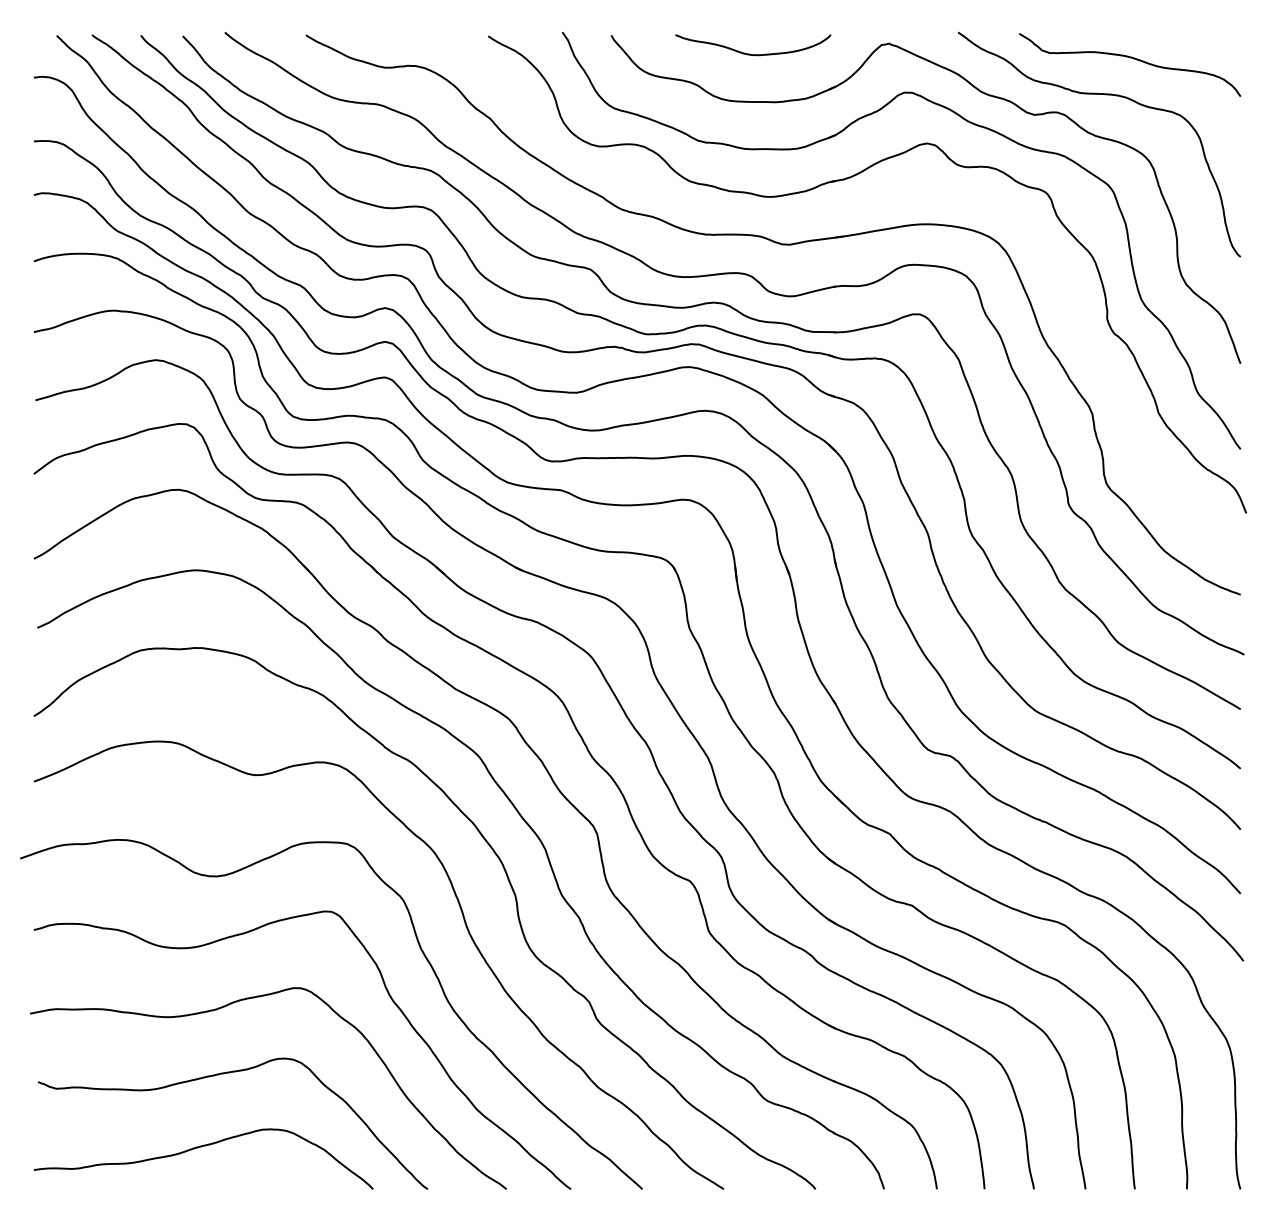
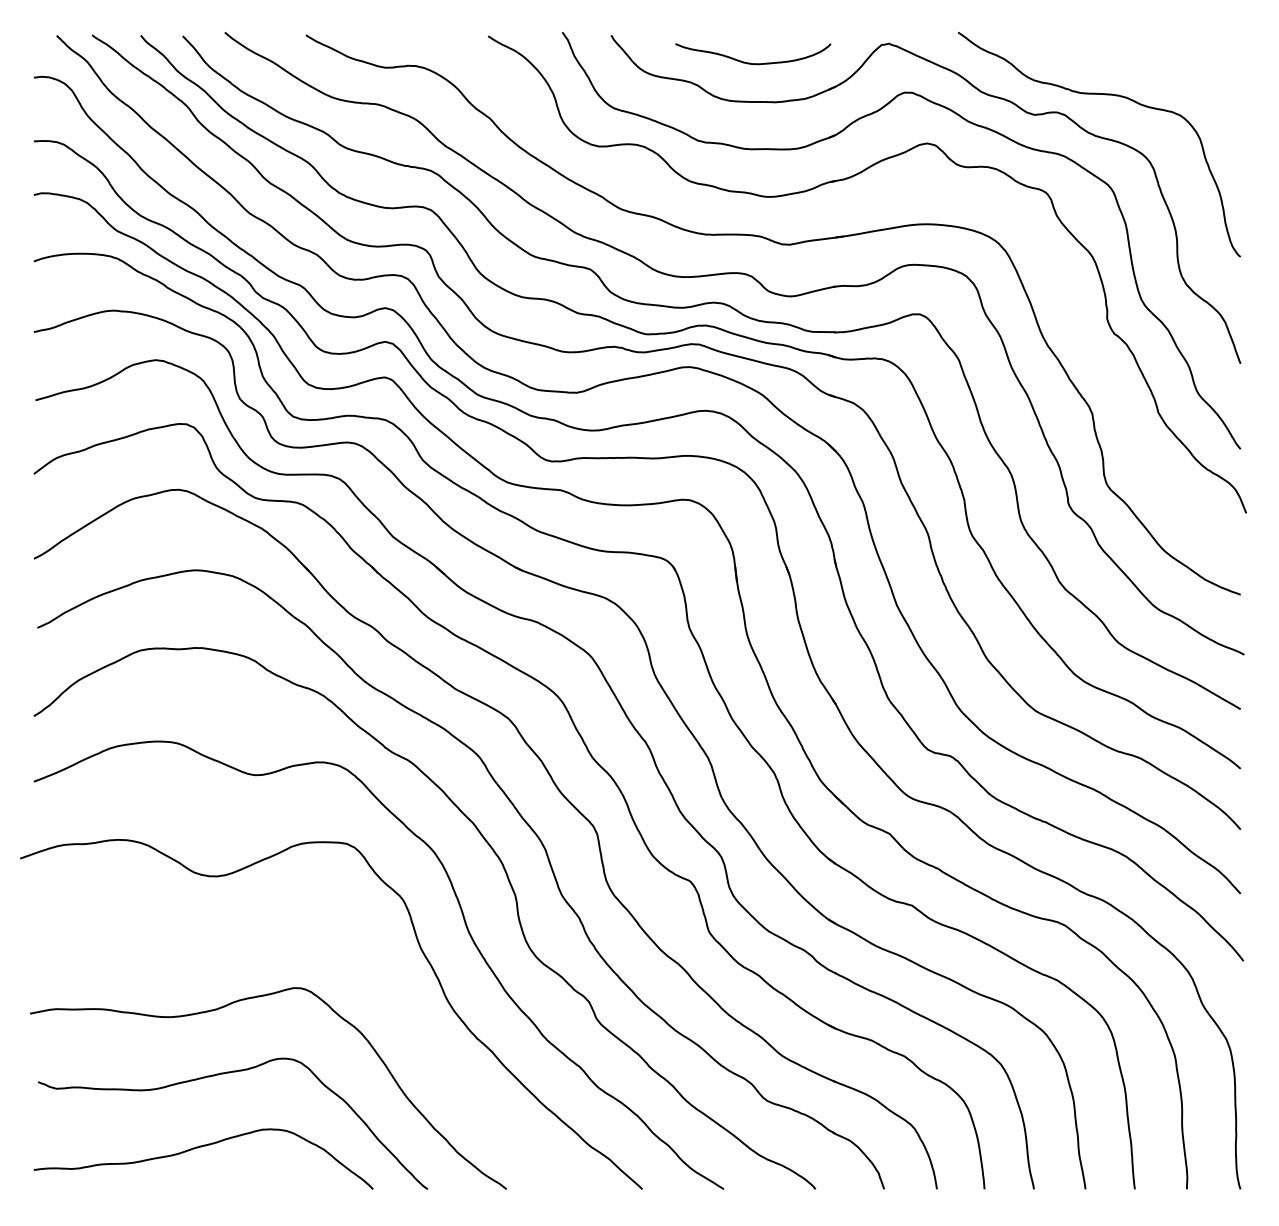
curve at (750, 53) position: (750, 53) -> (750, 62)
curve at (1133, 59): present -> none
curve at (388, 995): present -> none
